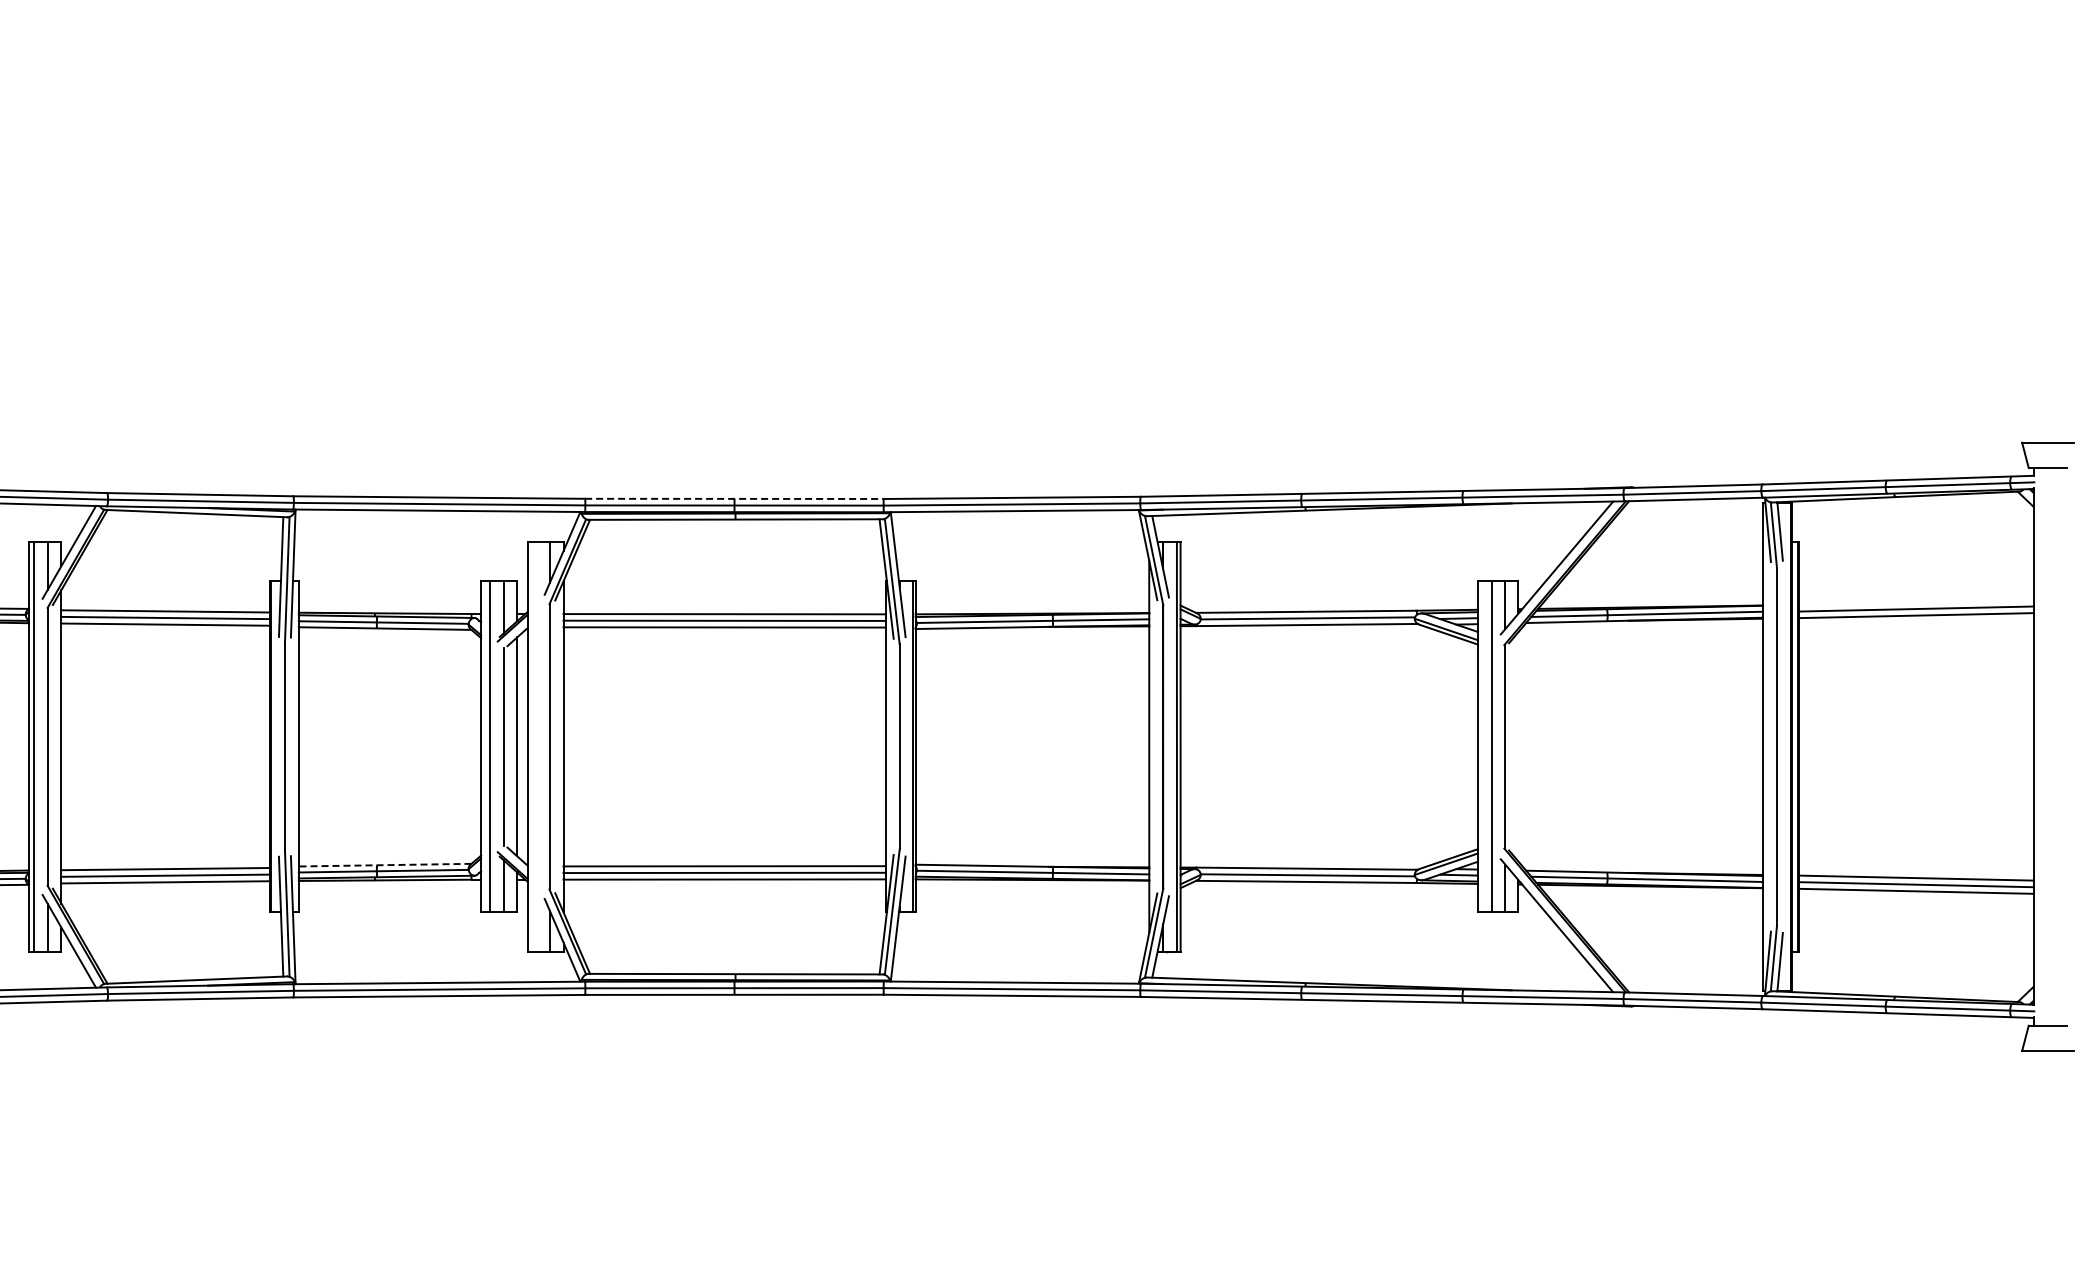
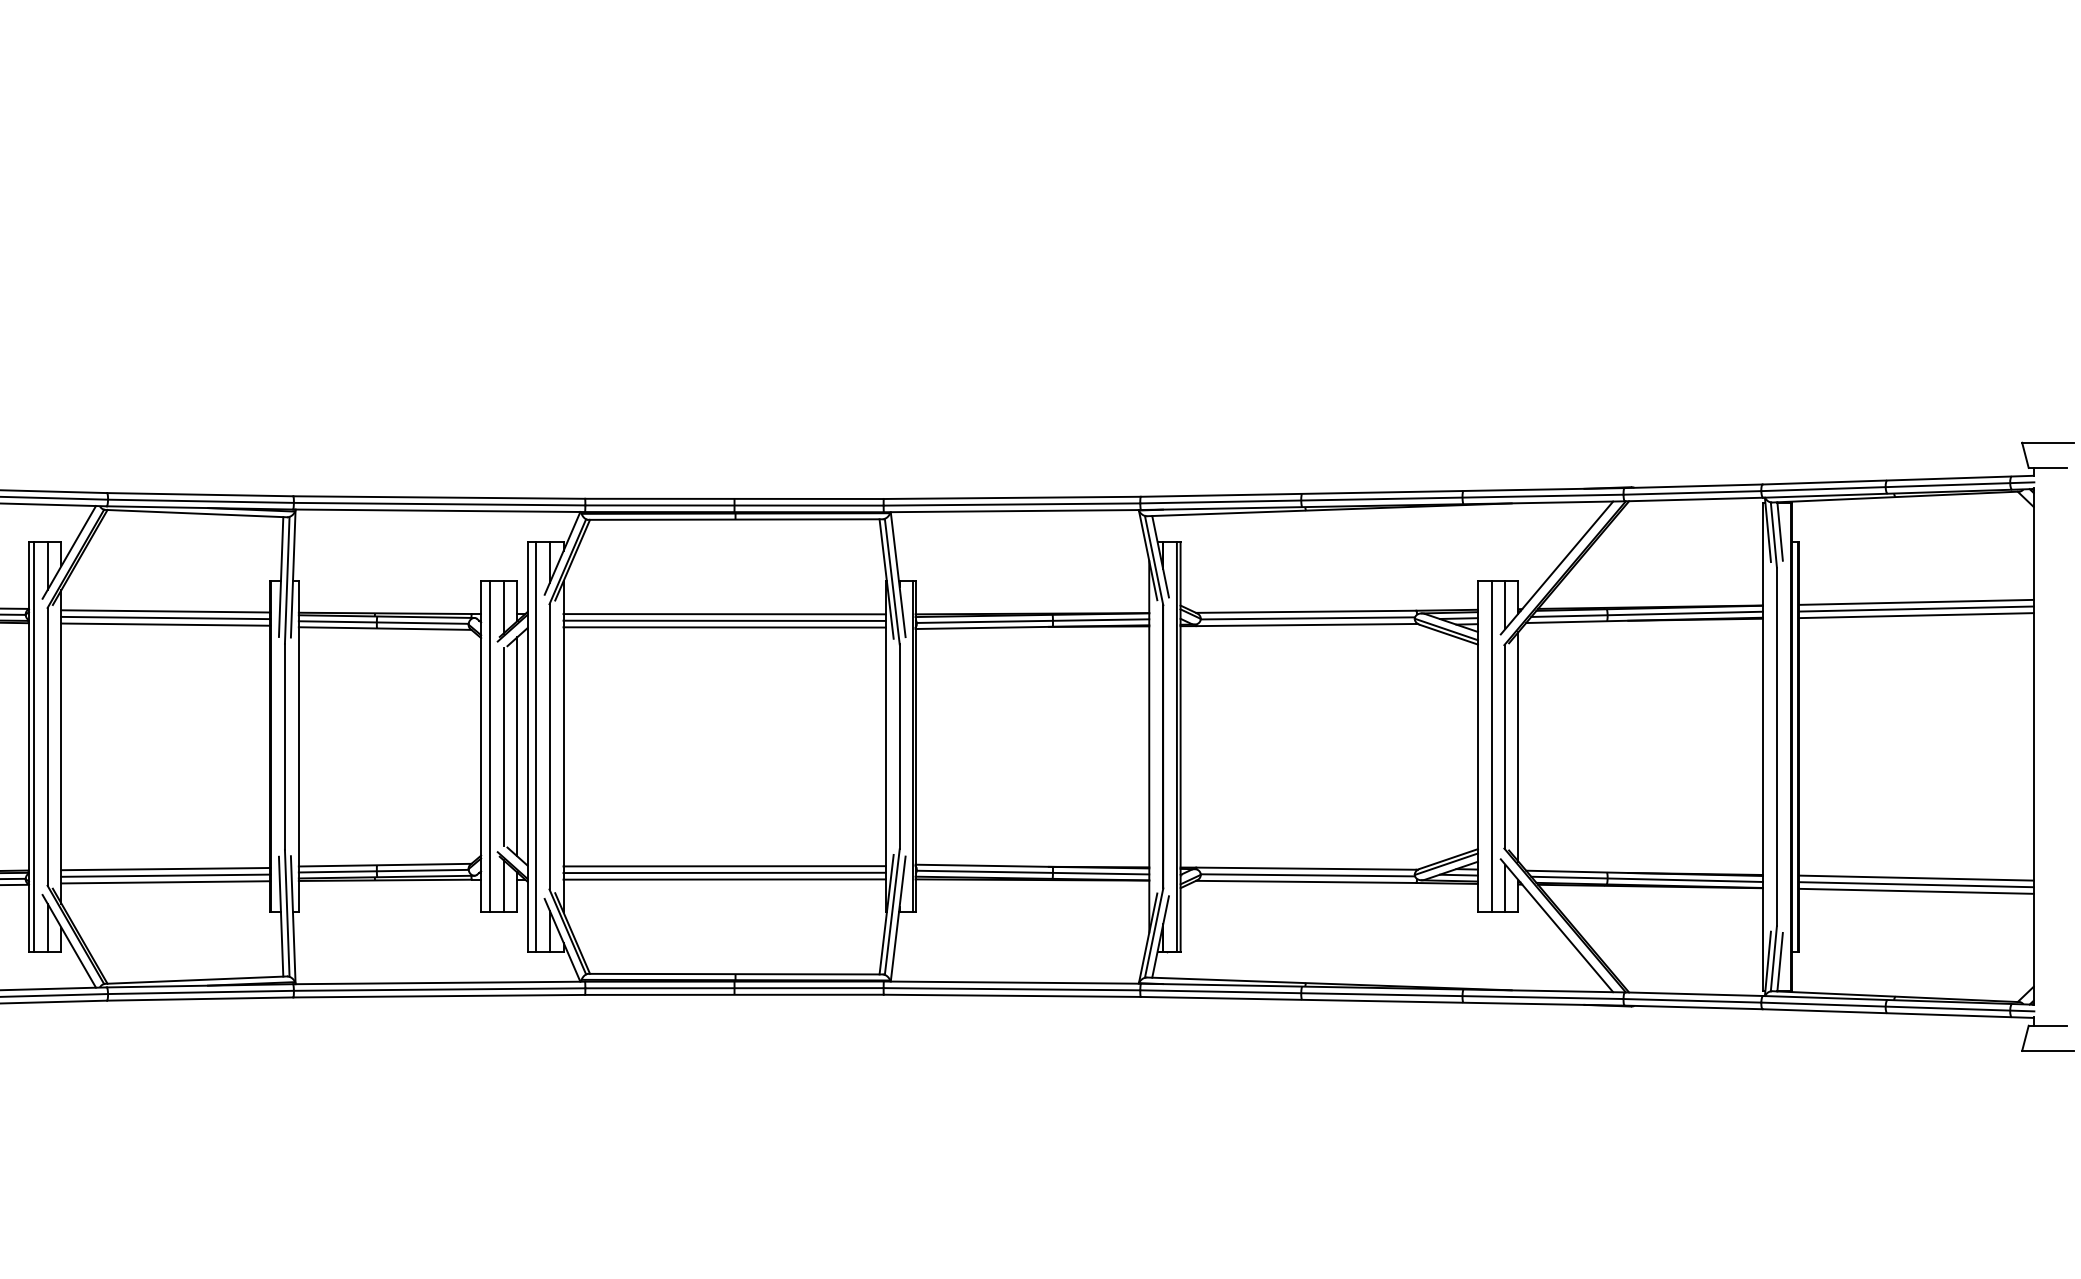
line at (734, 498): dashed -> solid
line at (1916, 601): none -> present
line at (536, 746): none -> present
line at (1518, 746): none -> present
line at (384, 865): dashed -> solid
